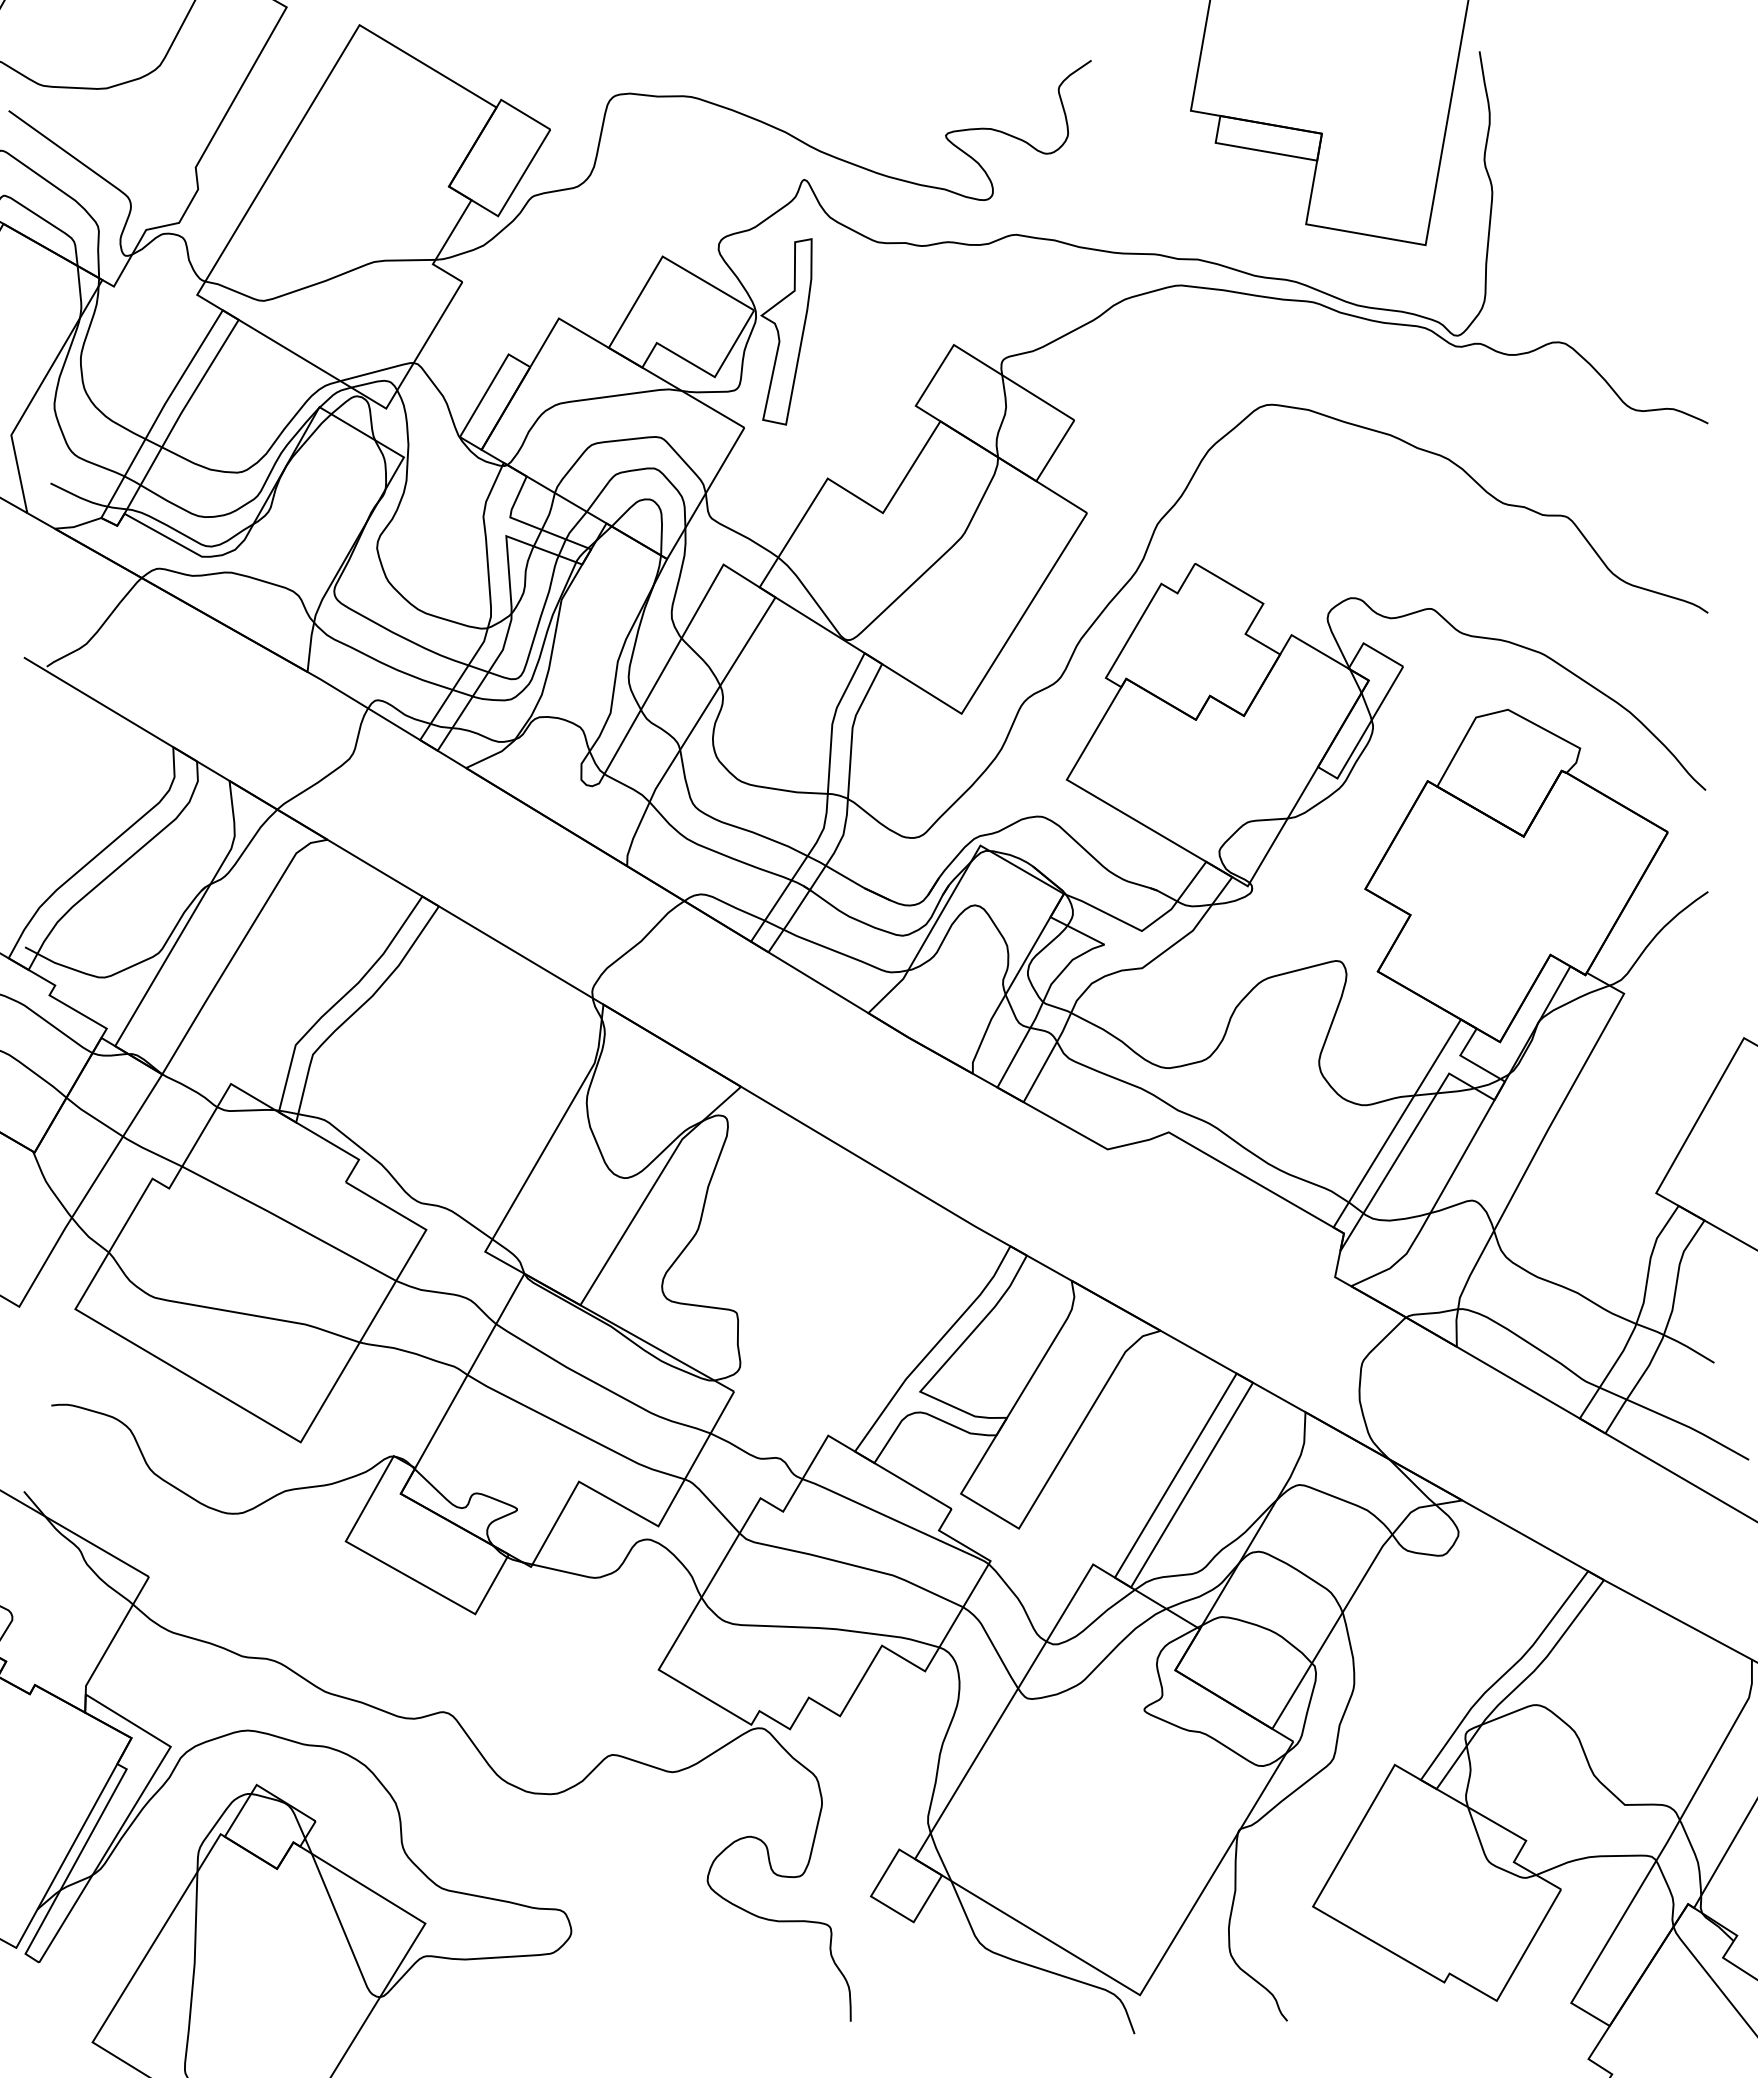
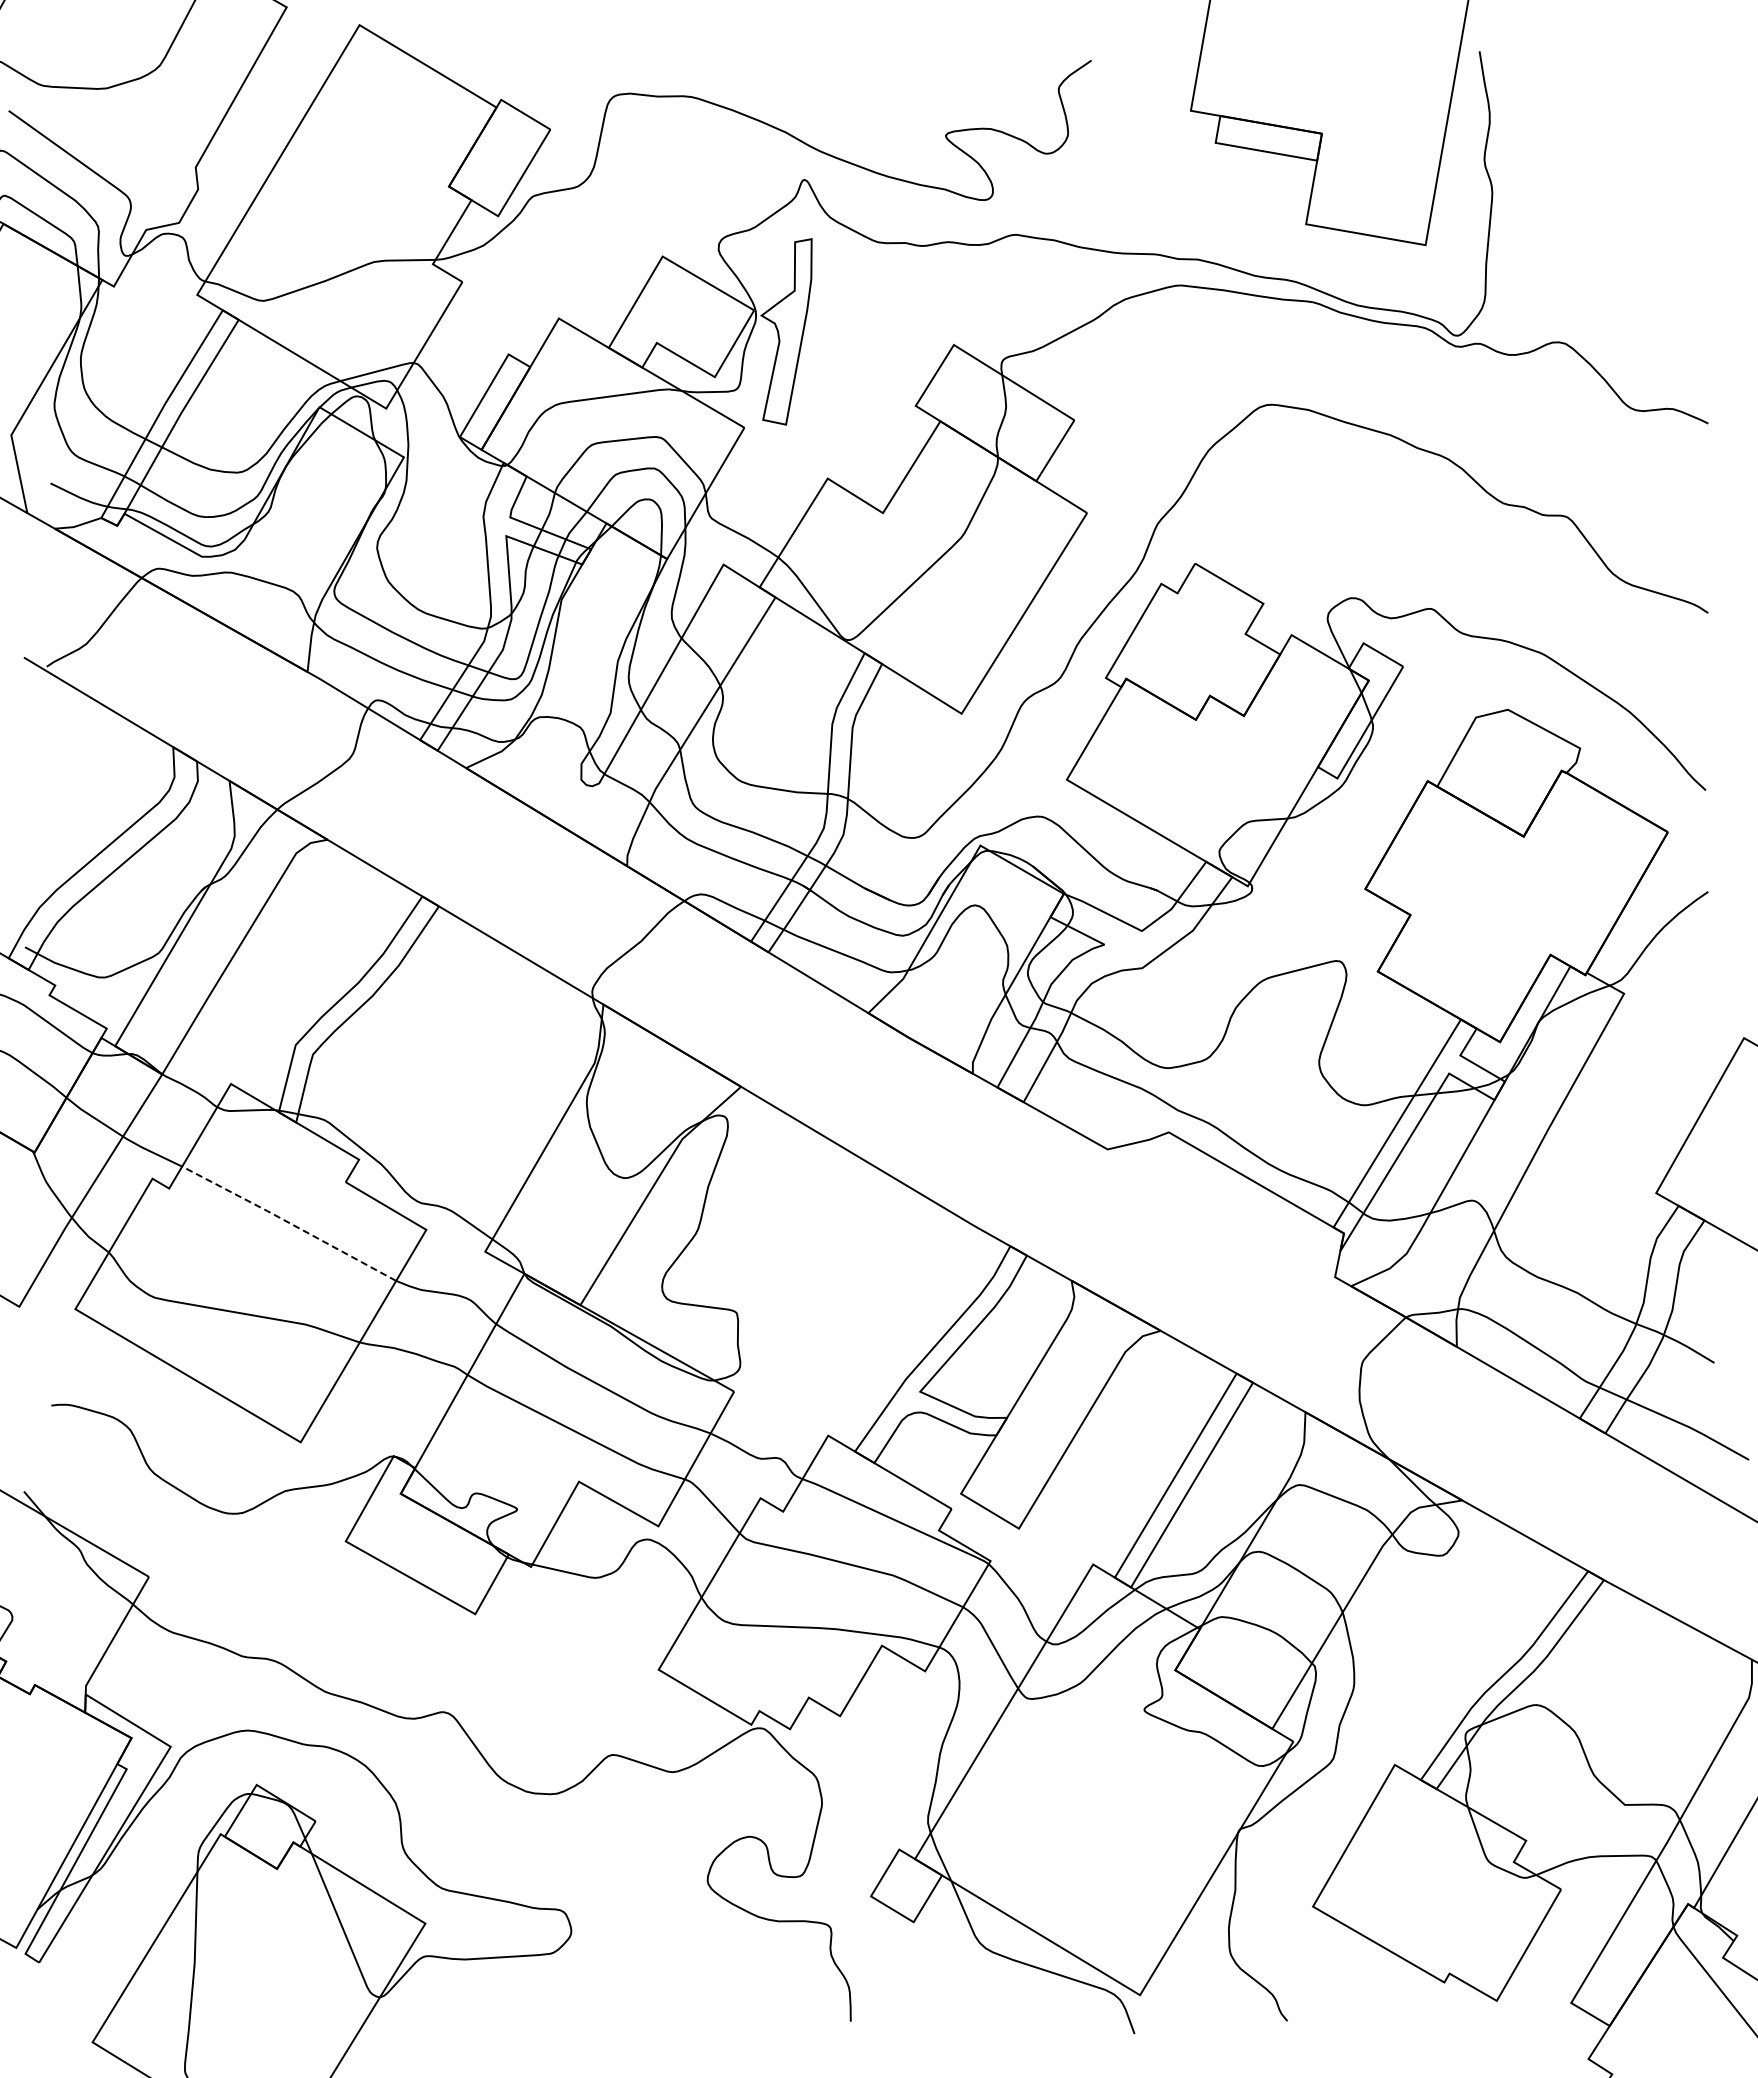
line at (289, 1222): solid -> dashed
